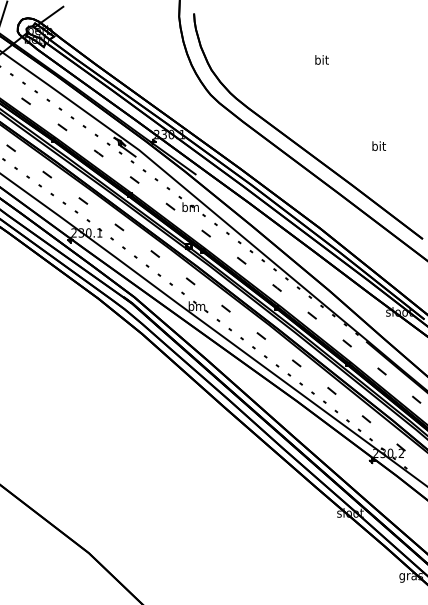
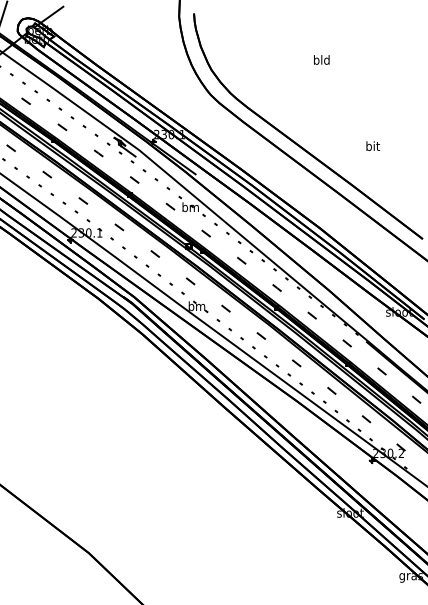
text at (321, 59): bit -> bld
text at (378, 145) position: (378, 145) -> (372, 145)
